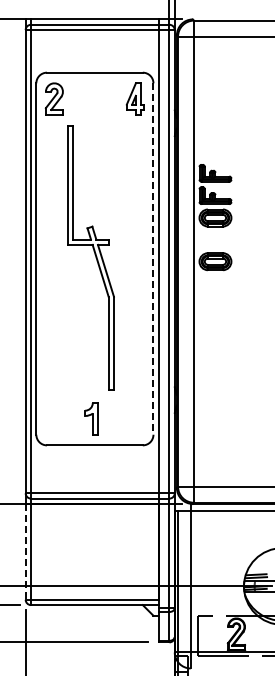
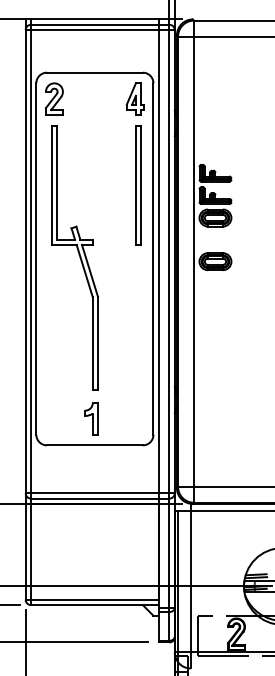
part at (138, 185): none -> present
part at (90, 257) position: (90, 257) -> (74, 257)
line at (153, 259): dashed -> solid
line at (25, 551): dashed -> solid
